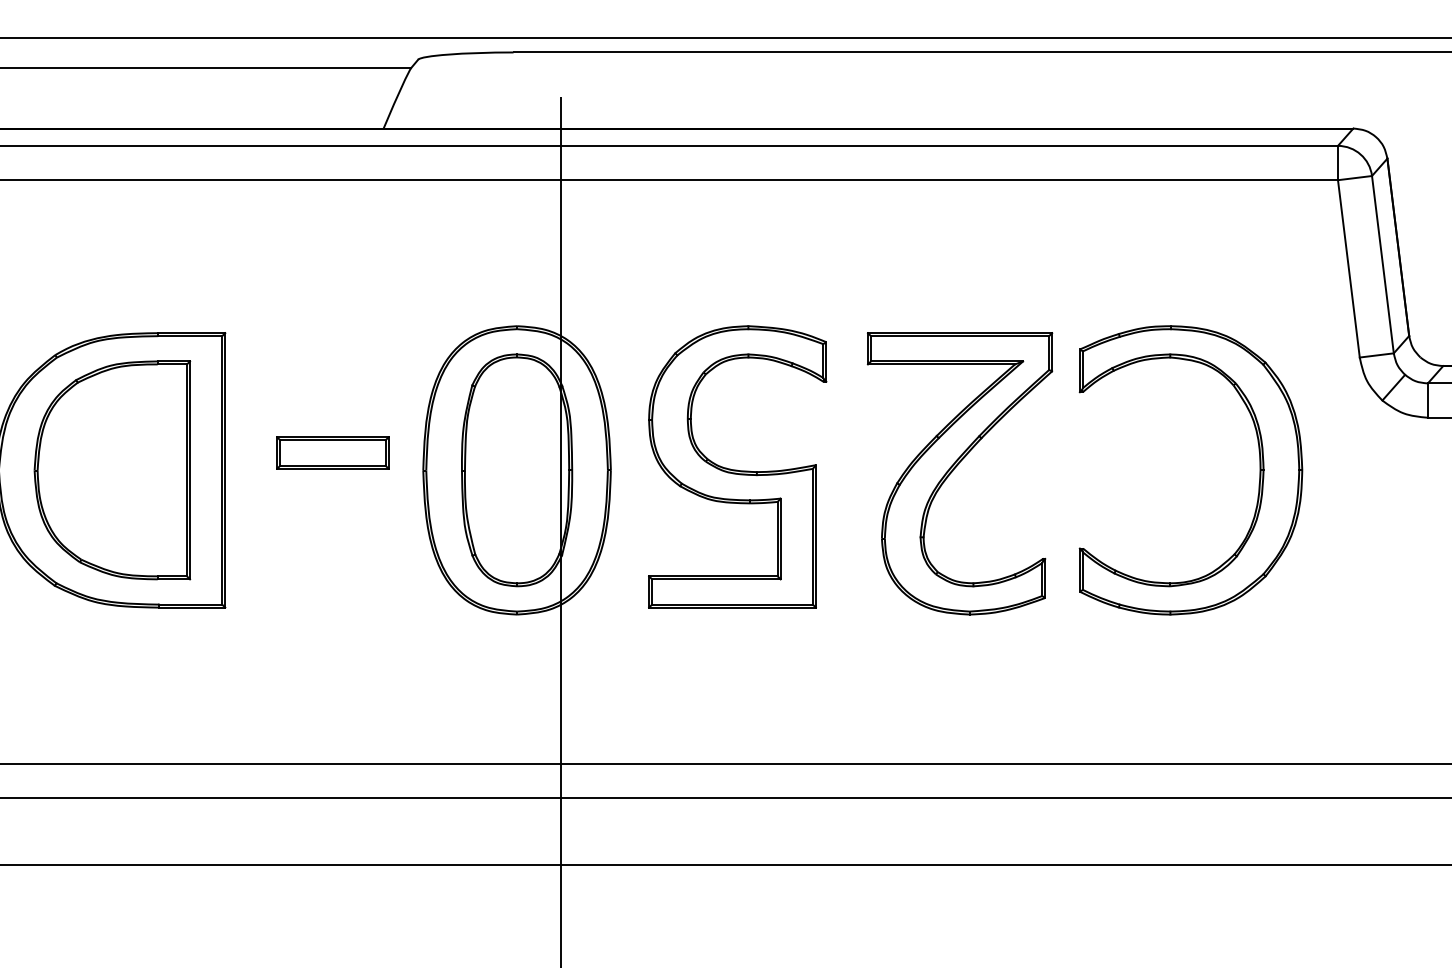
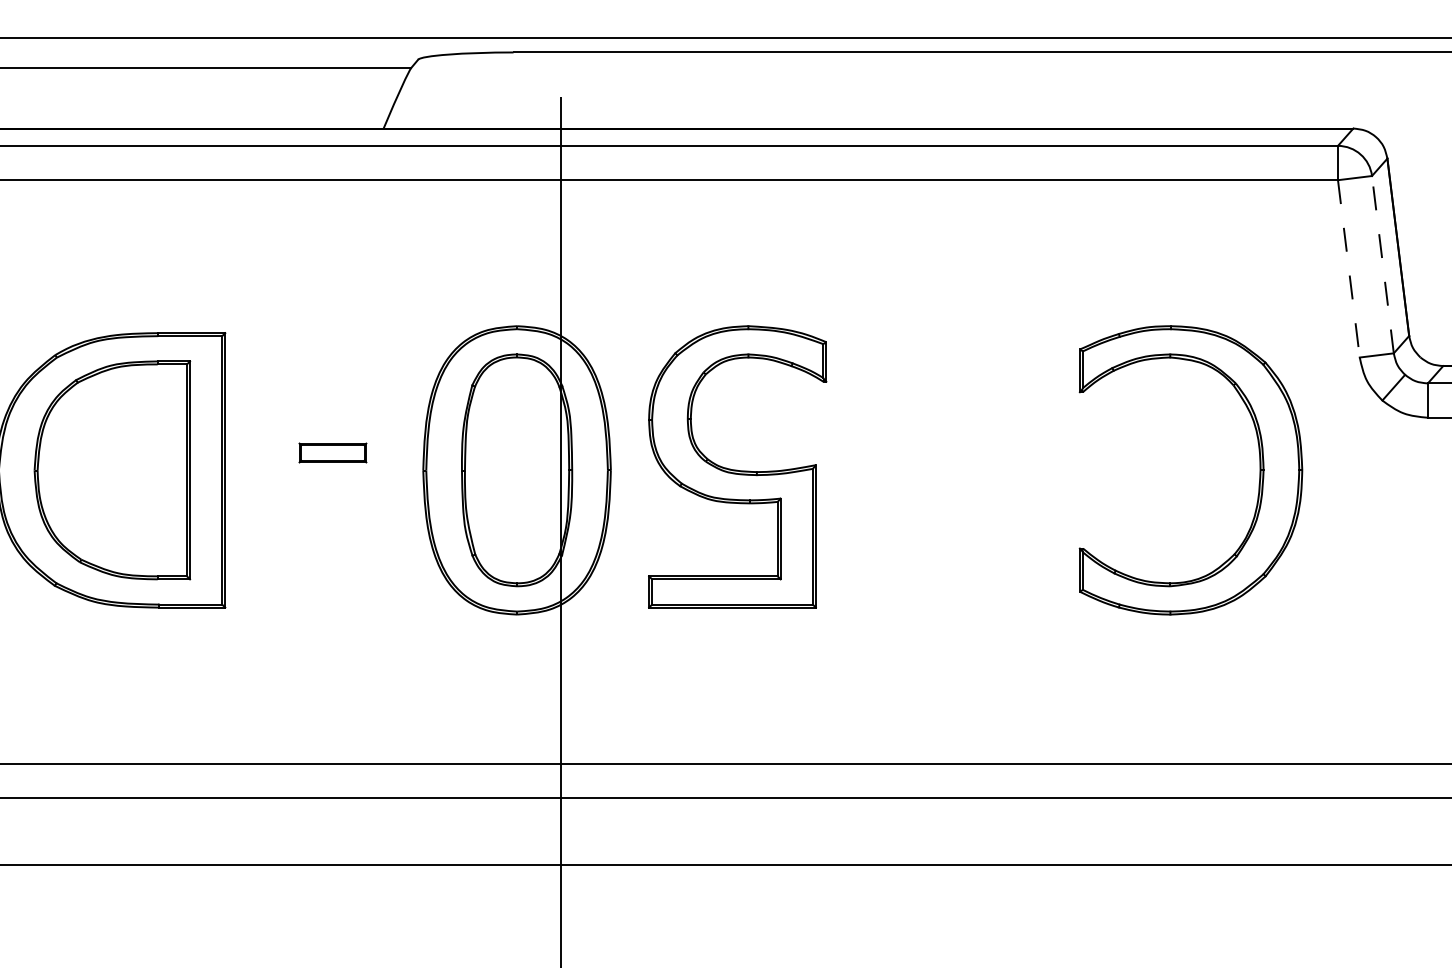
line at (1382, 264): solid -> dashed
line at (1348, 269): solid -> dashed
part at (332, 452) size: 114x34 px -> 70x22 px
part at (953, 471): present -> none
